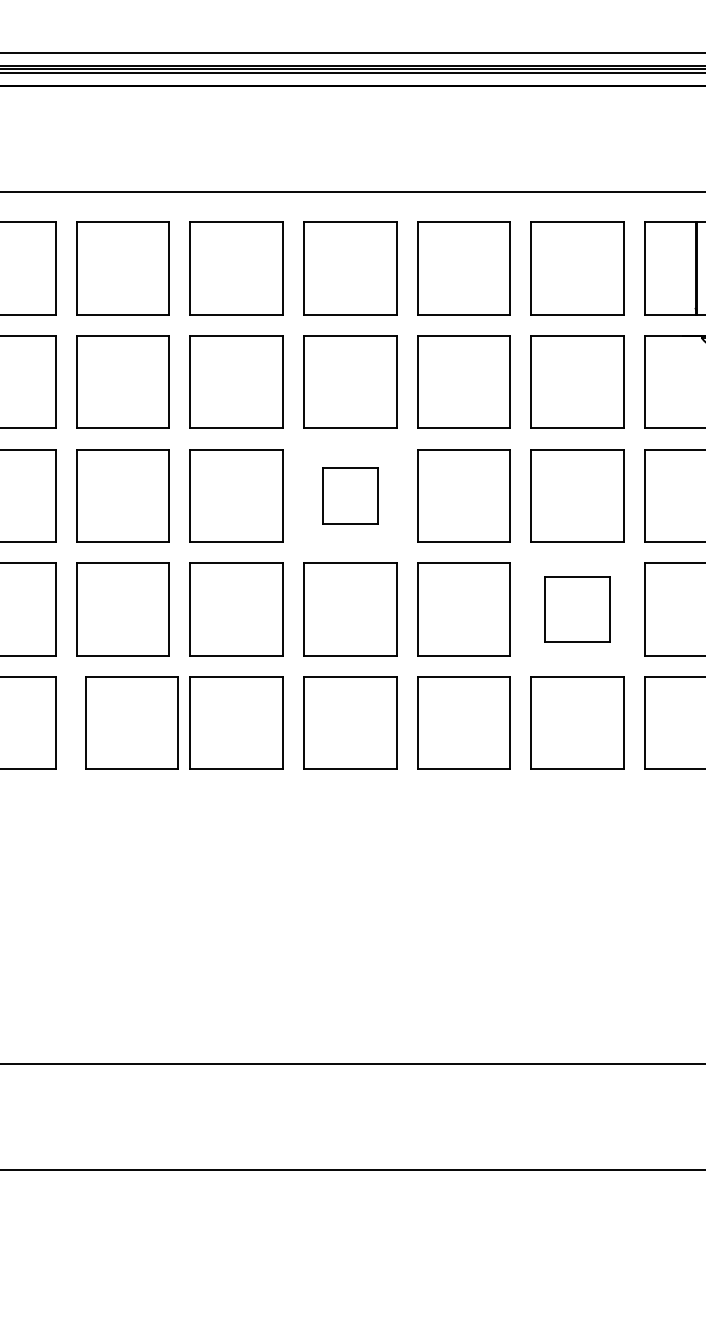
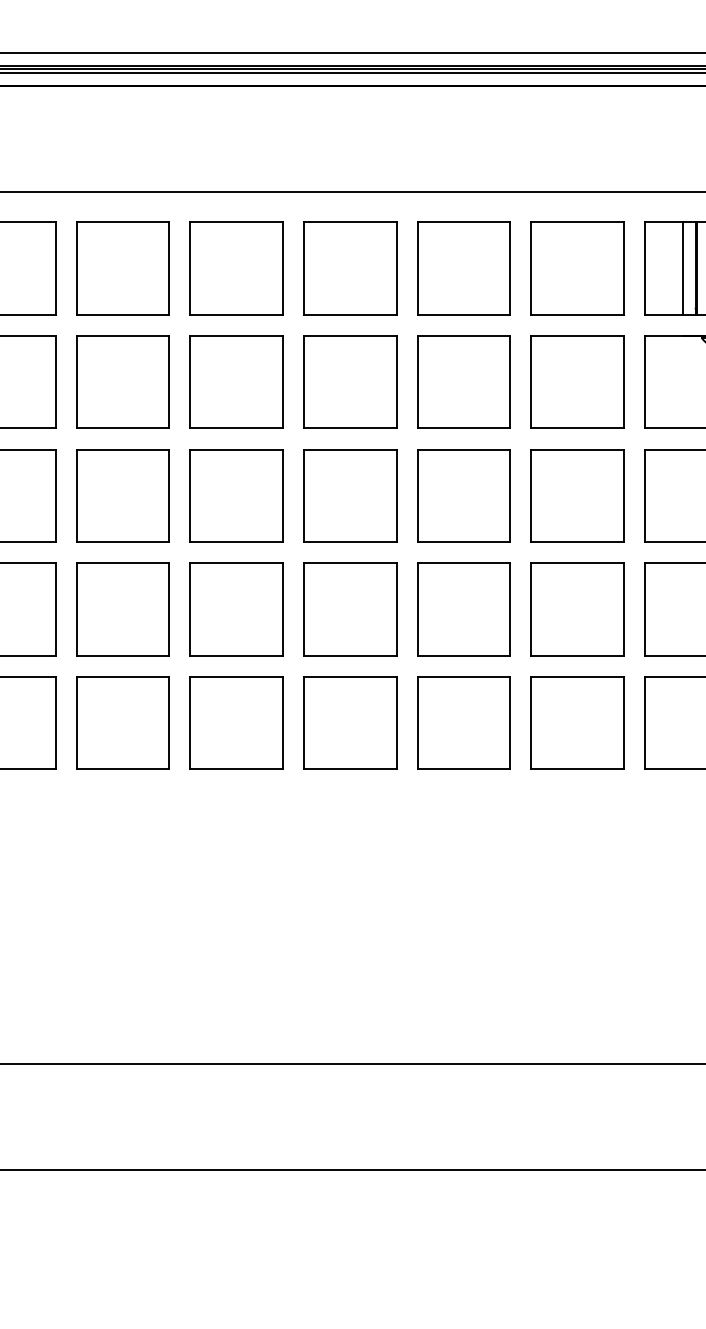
line at (682, 268): none -> present
part at (350, 495) size: 57x58 px -> 95x94 px
part at (577, 609) size: 67x67 px -> 95x95 px
part at (131, 722) position: (131, 722) -> (122, 722)
